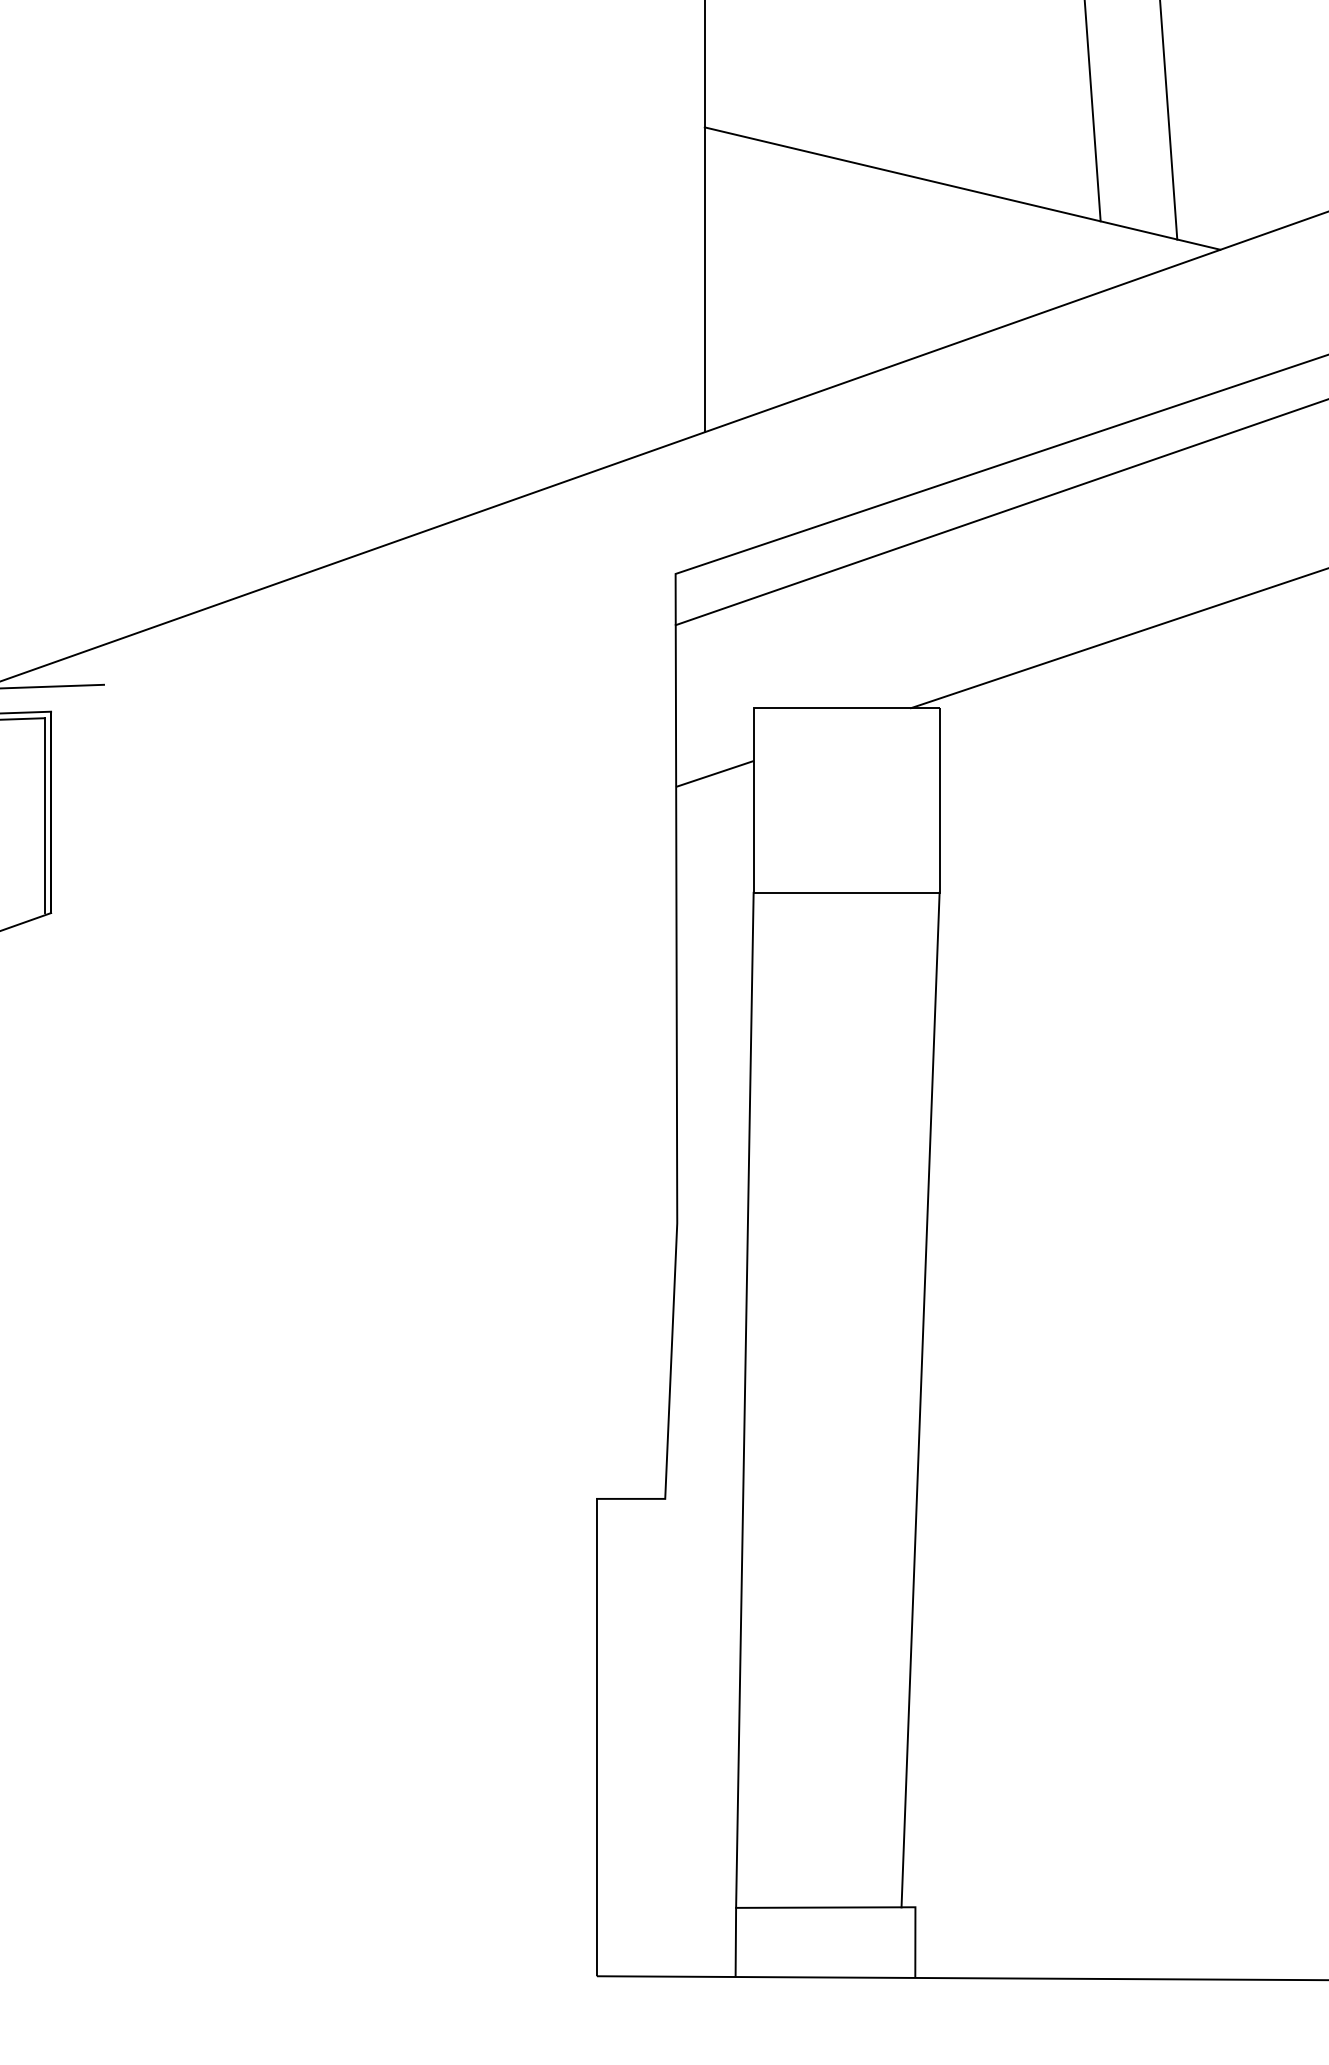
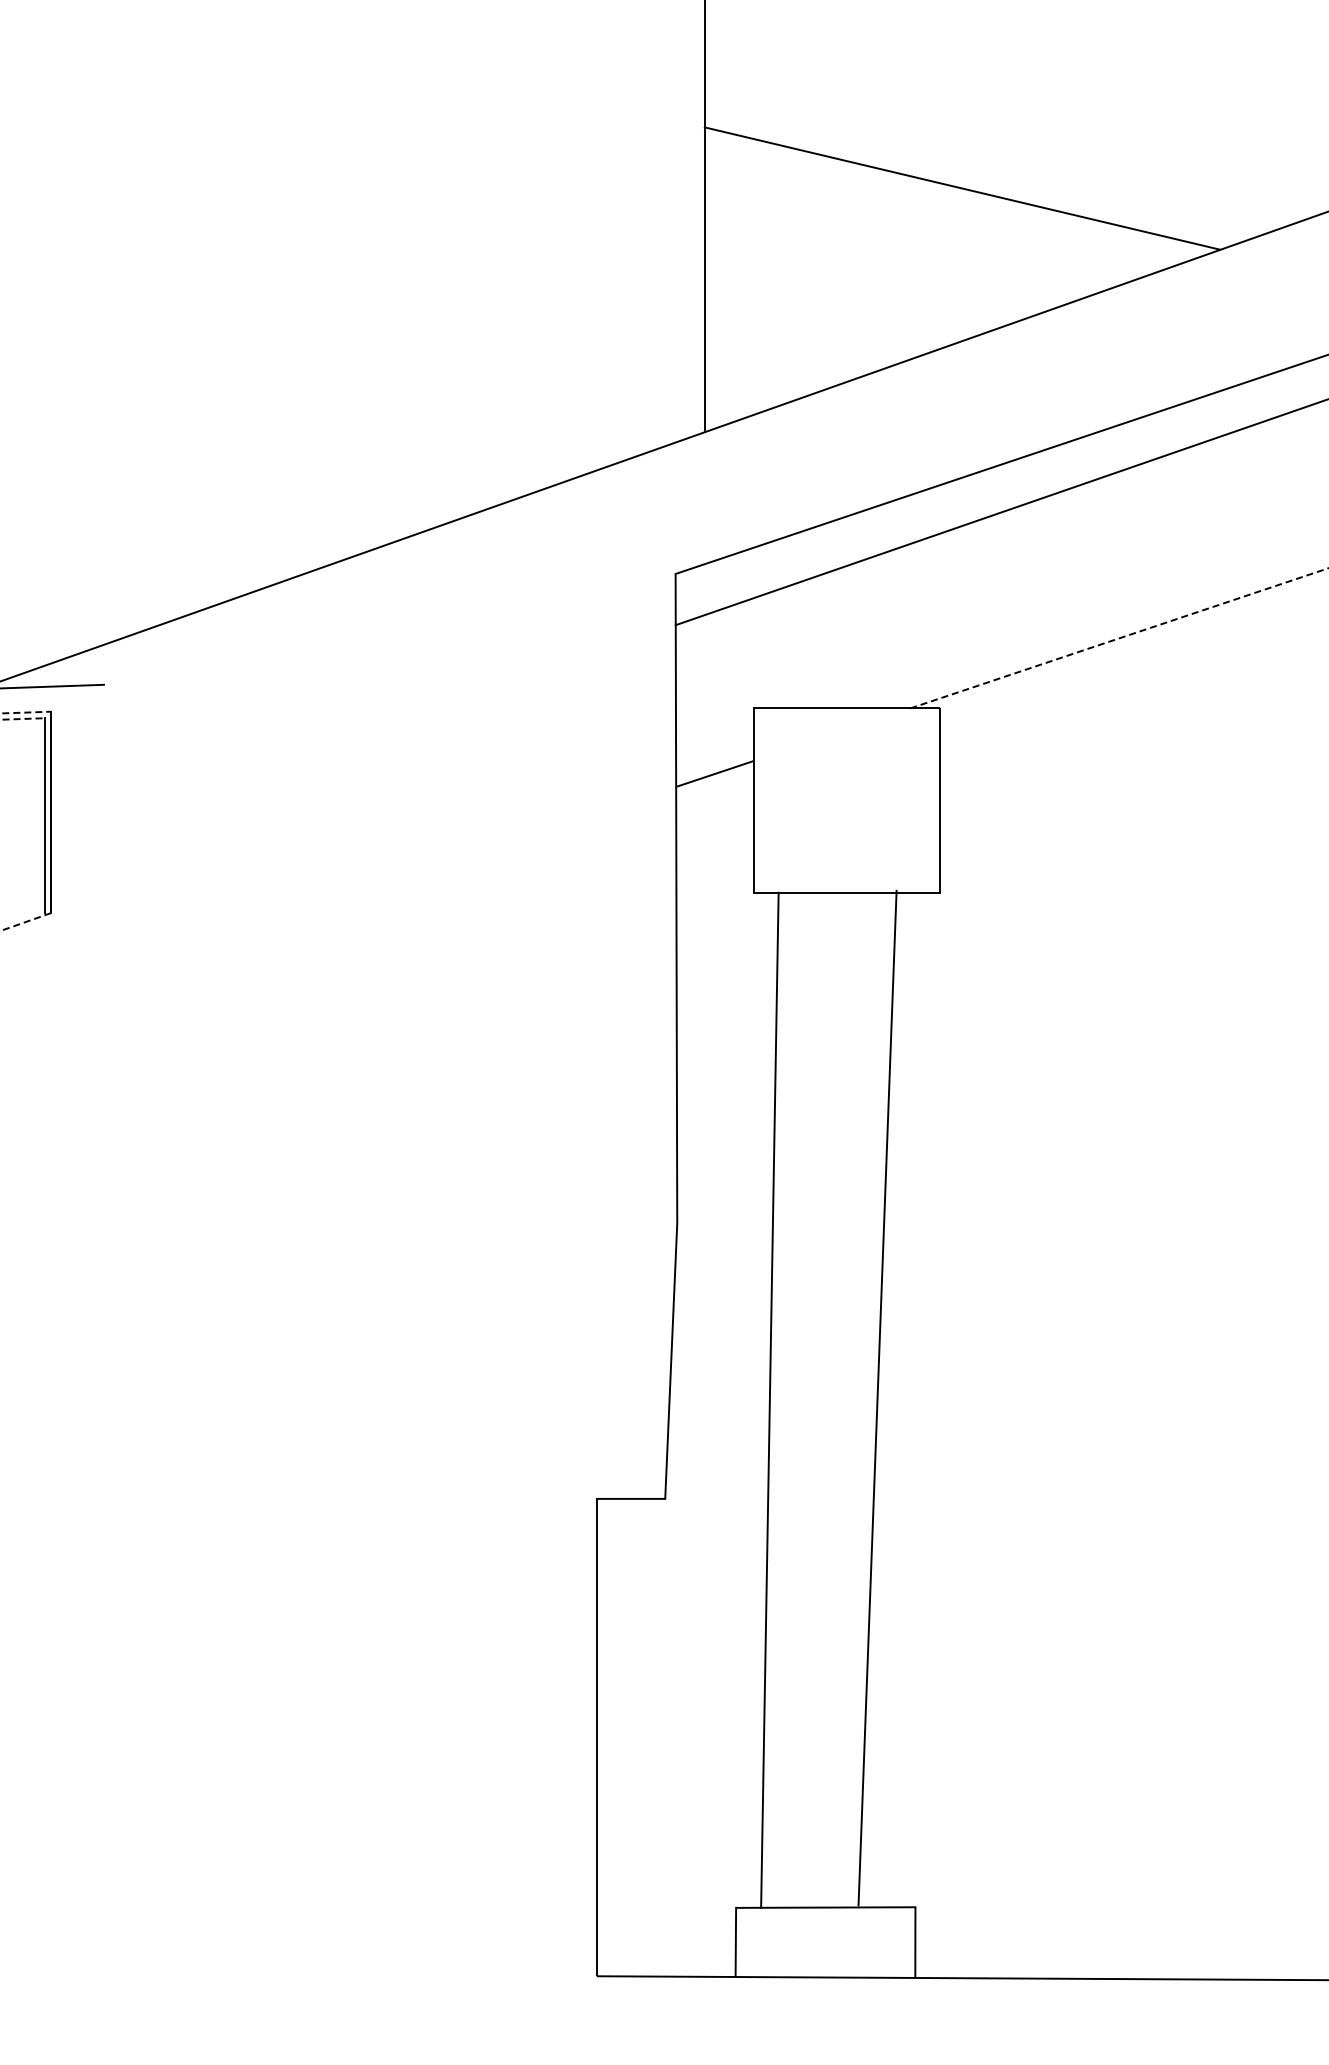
line at (1092, 111): present -> none
line at (1168, 120): present -> none
line at (1119, 638): solid -> dashed
line at (26, 712): solid -> dashed
line at (22, 718): solid -> dashed
line at (25, 922): solid -> dashed
line at (744, 1399) position: (744, 1399) -> (769, 1399)
line at (920, 1399) position: (920, 1399) -> (877, 1397)
